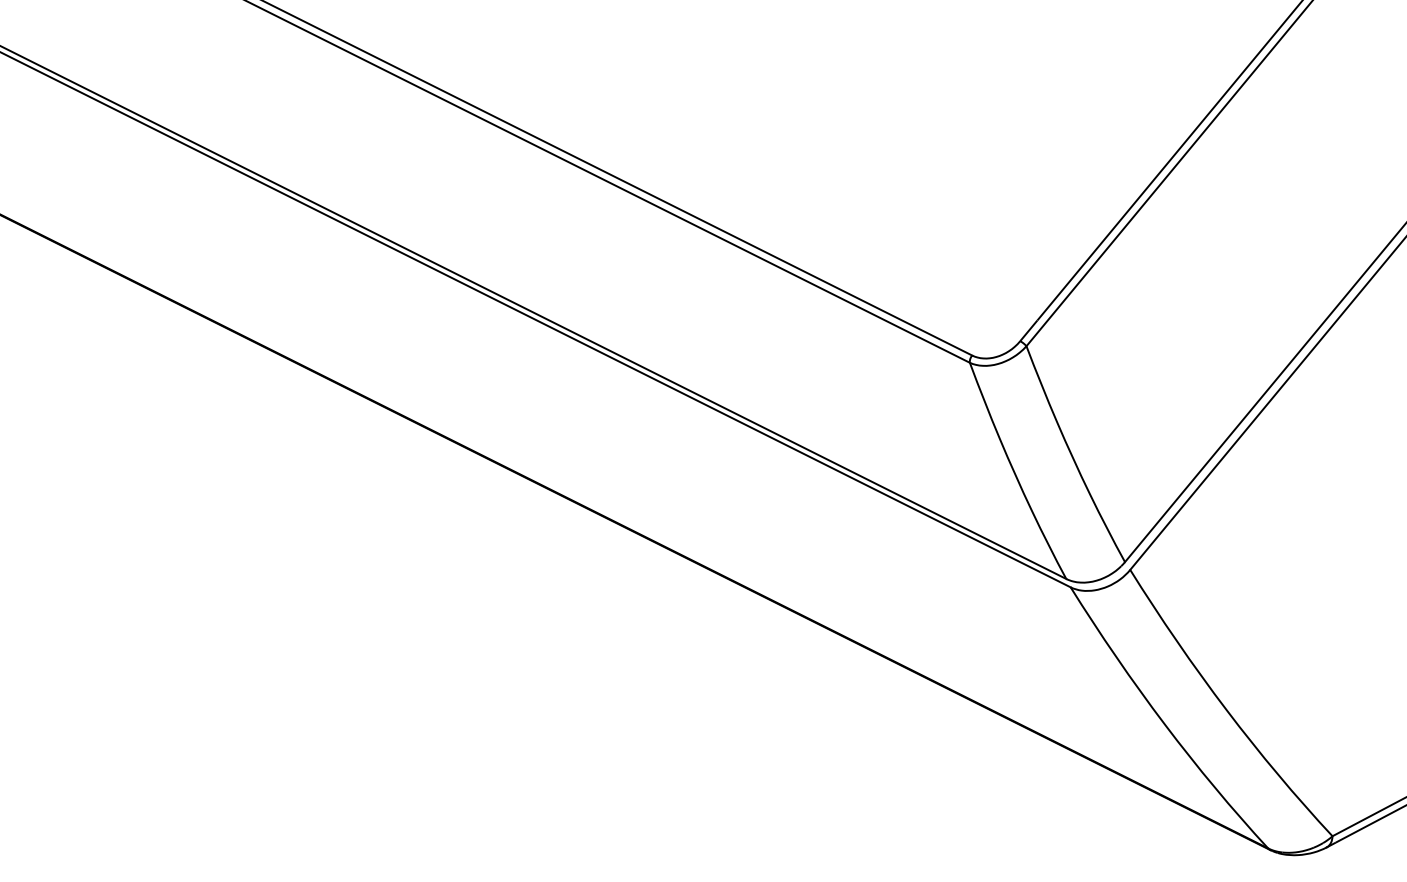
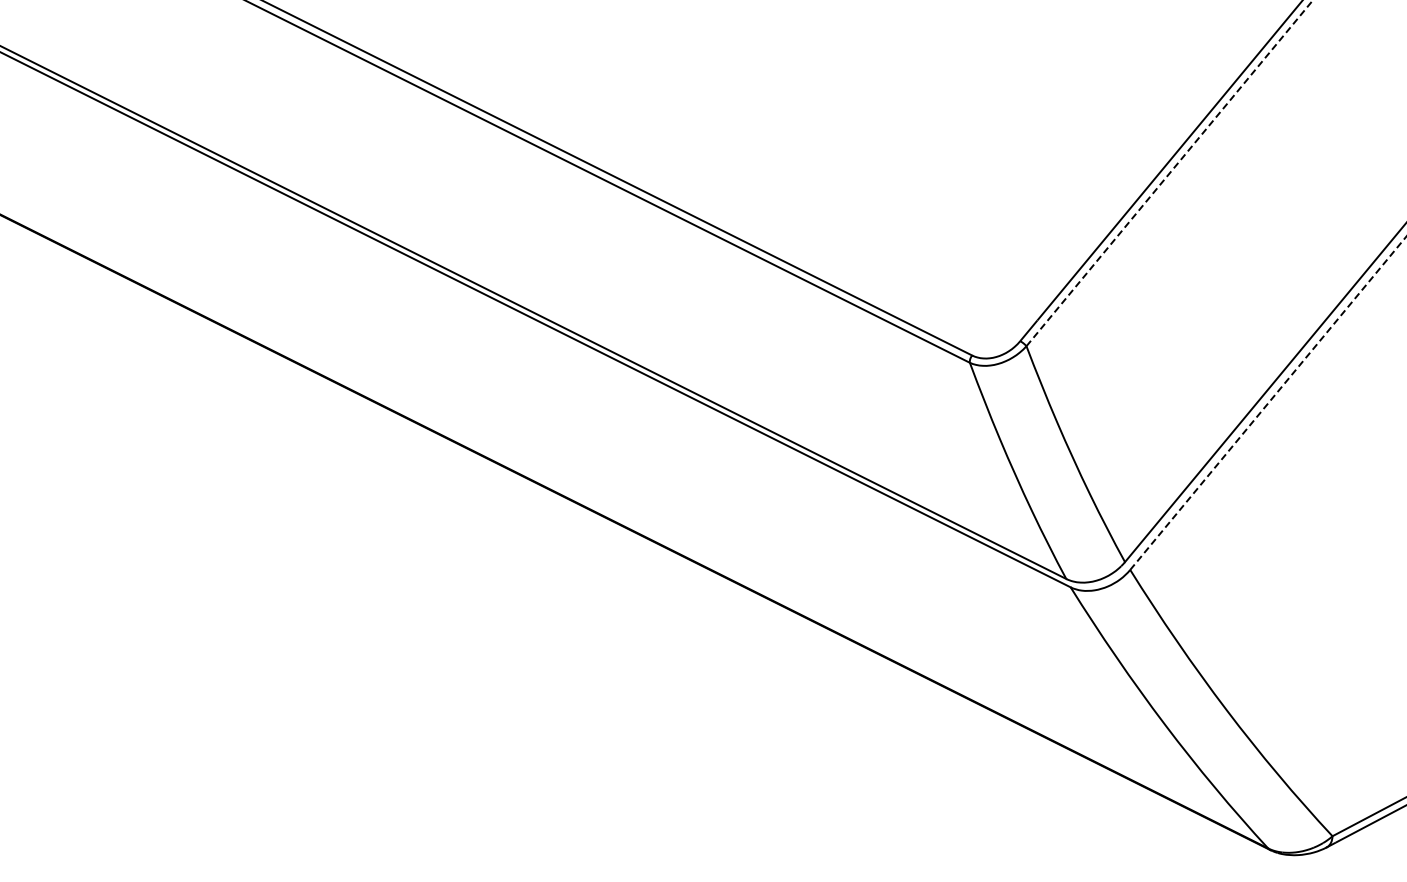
line at (1169, 173): solid -> dashed
line at (1268, 402): solid -> dashed
